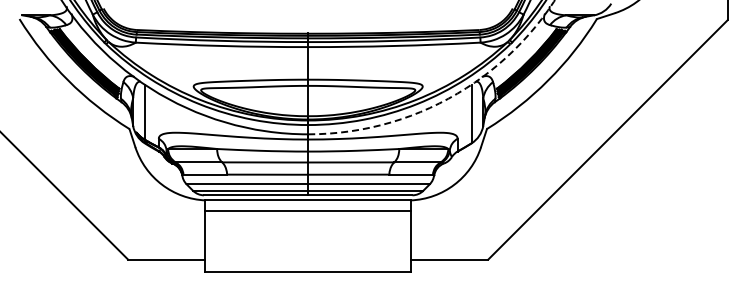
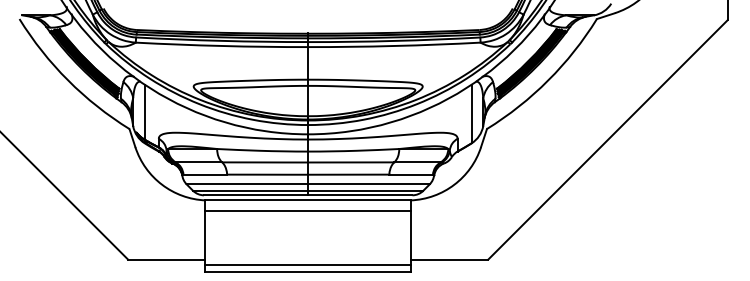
arc at (449, 98): dashed -> solid
line at (308, 264): none -> present
